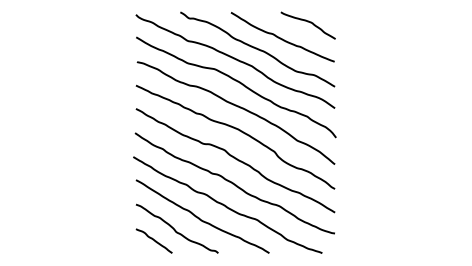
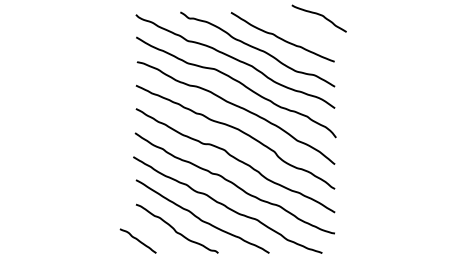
curve at (307, 22) position: (307, 22) -> (318, 15)
curve at (153, 240) position: (153, 240) -> (137, 240)
